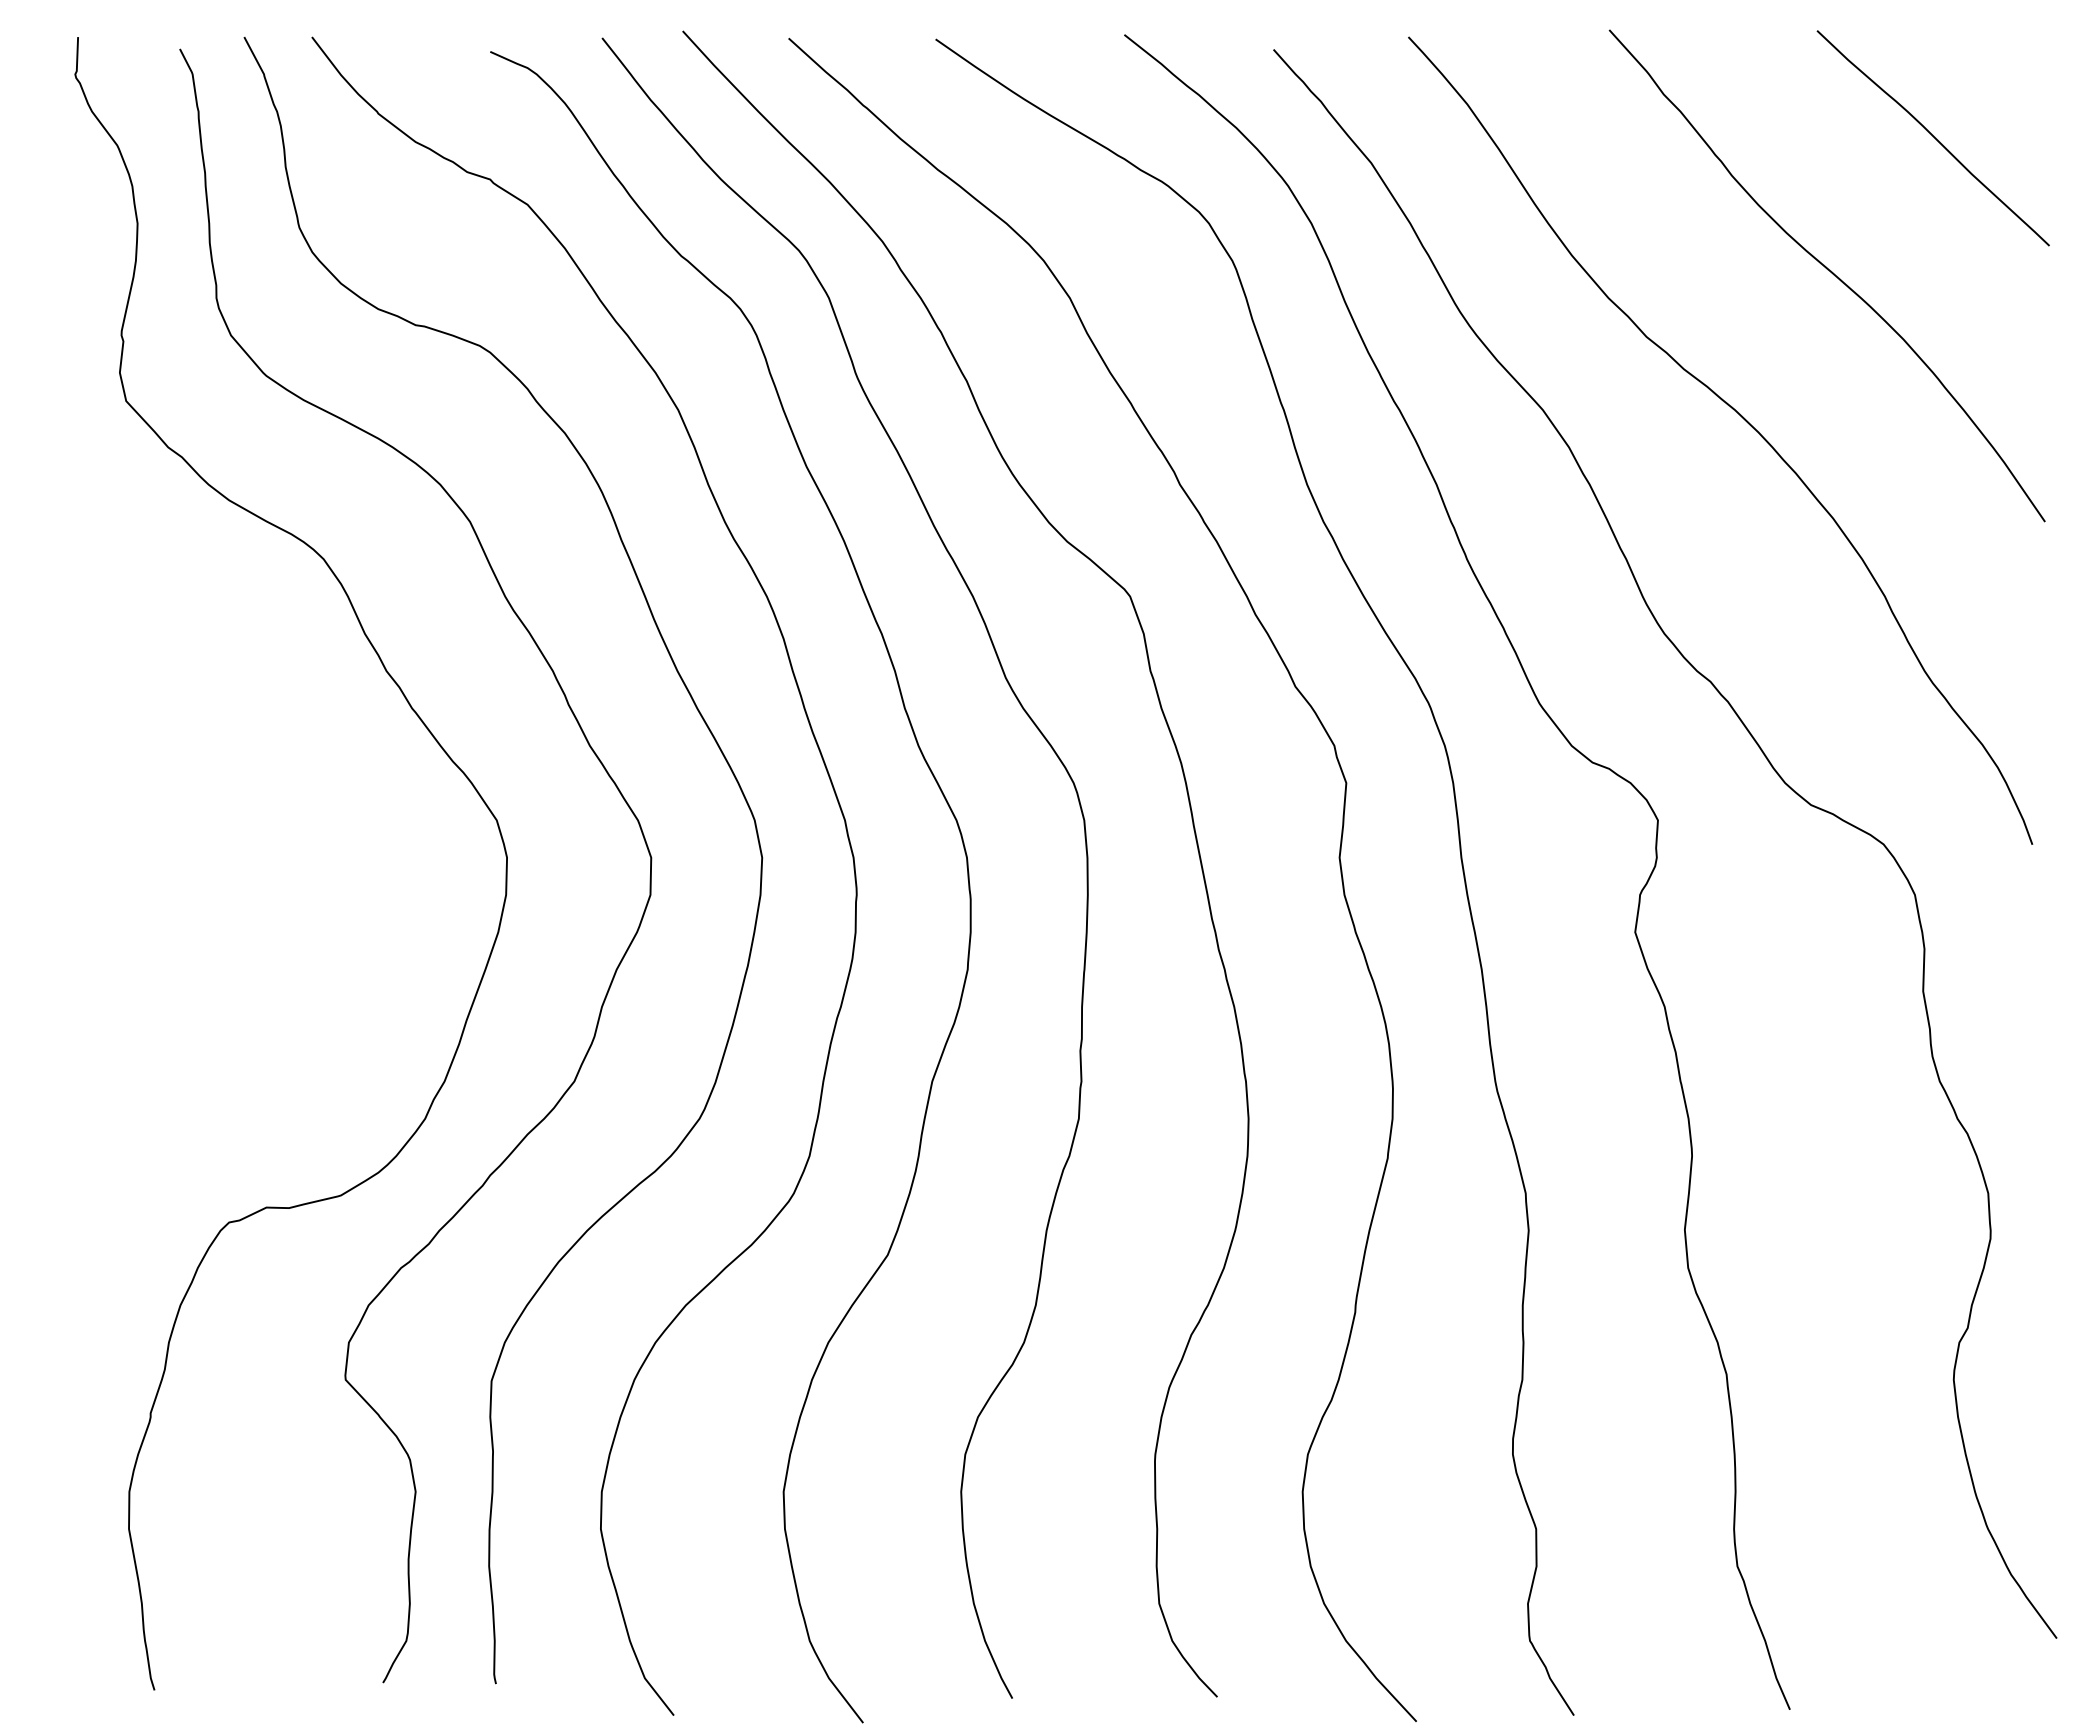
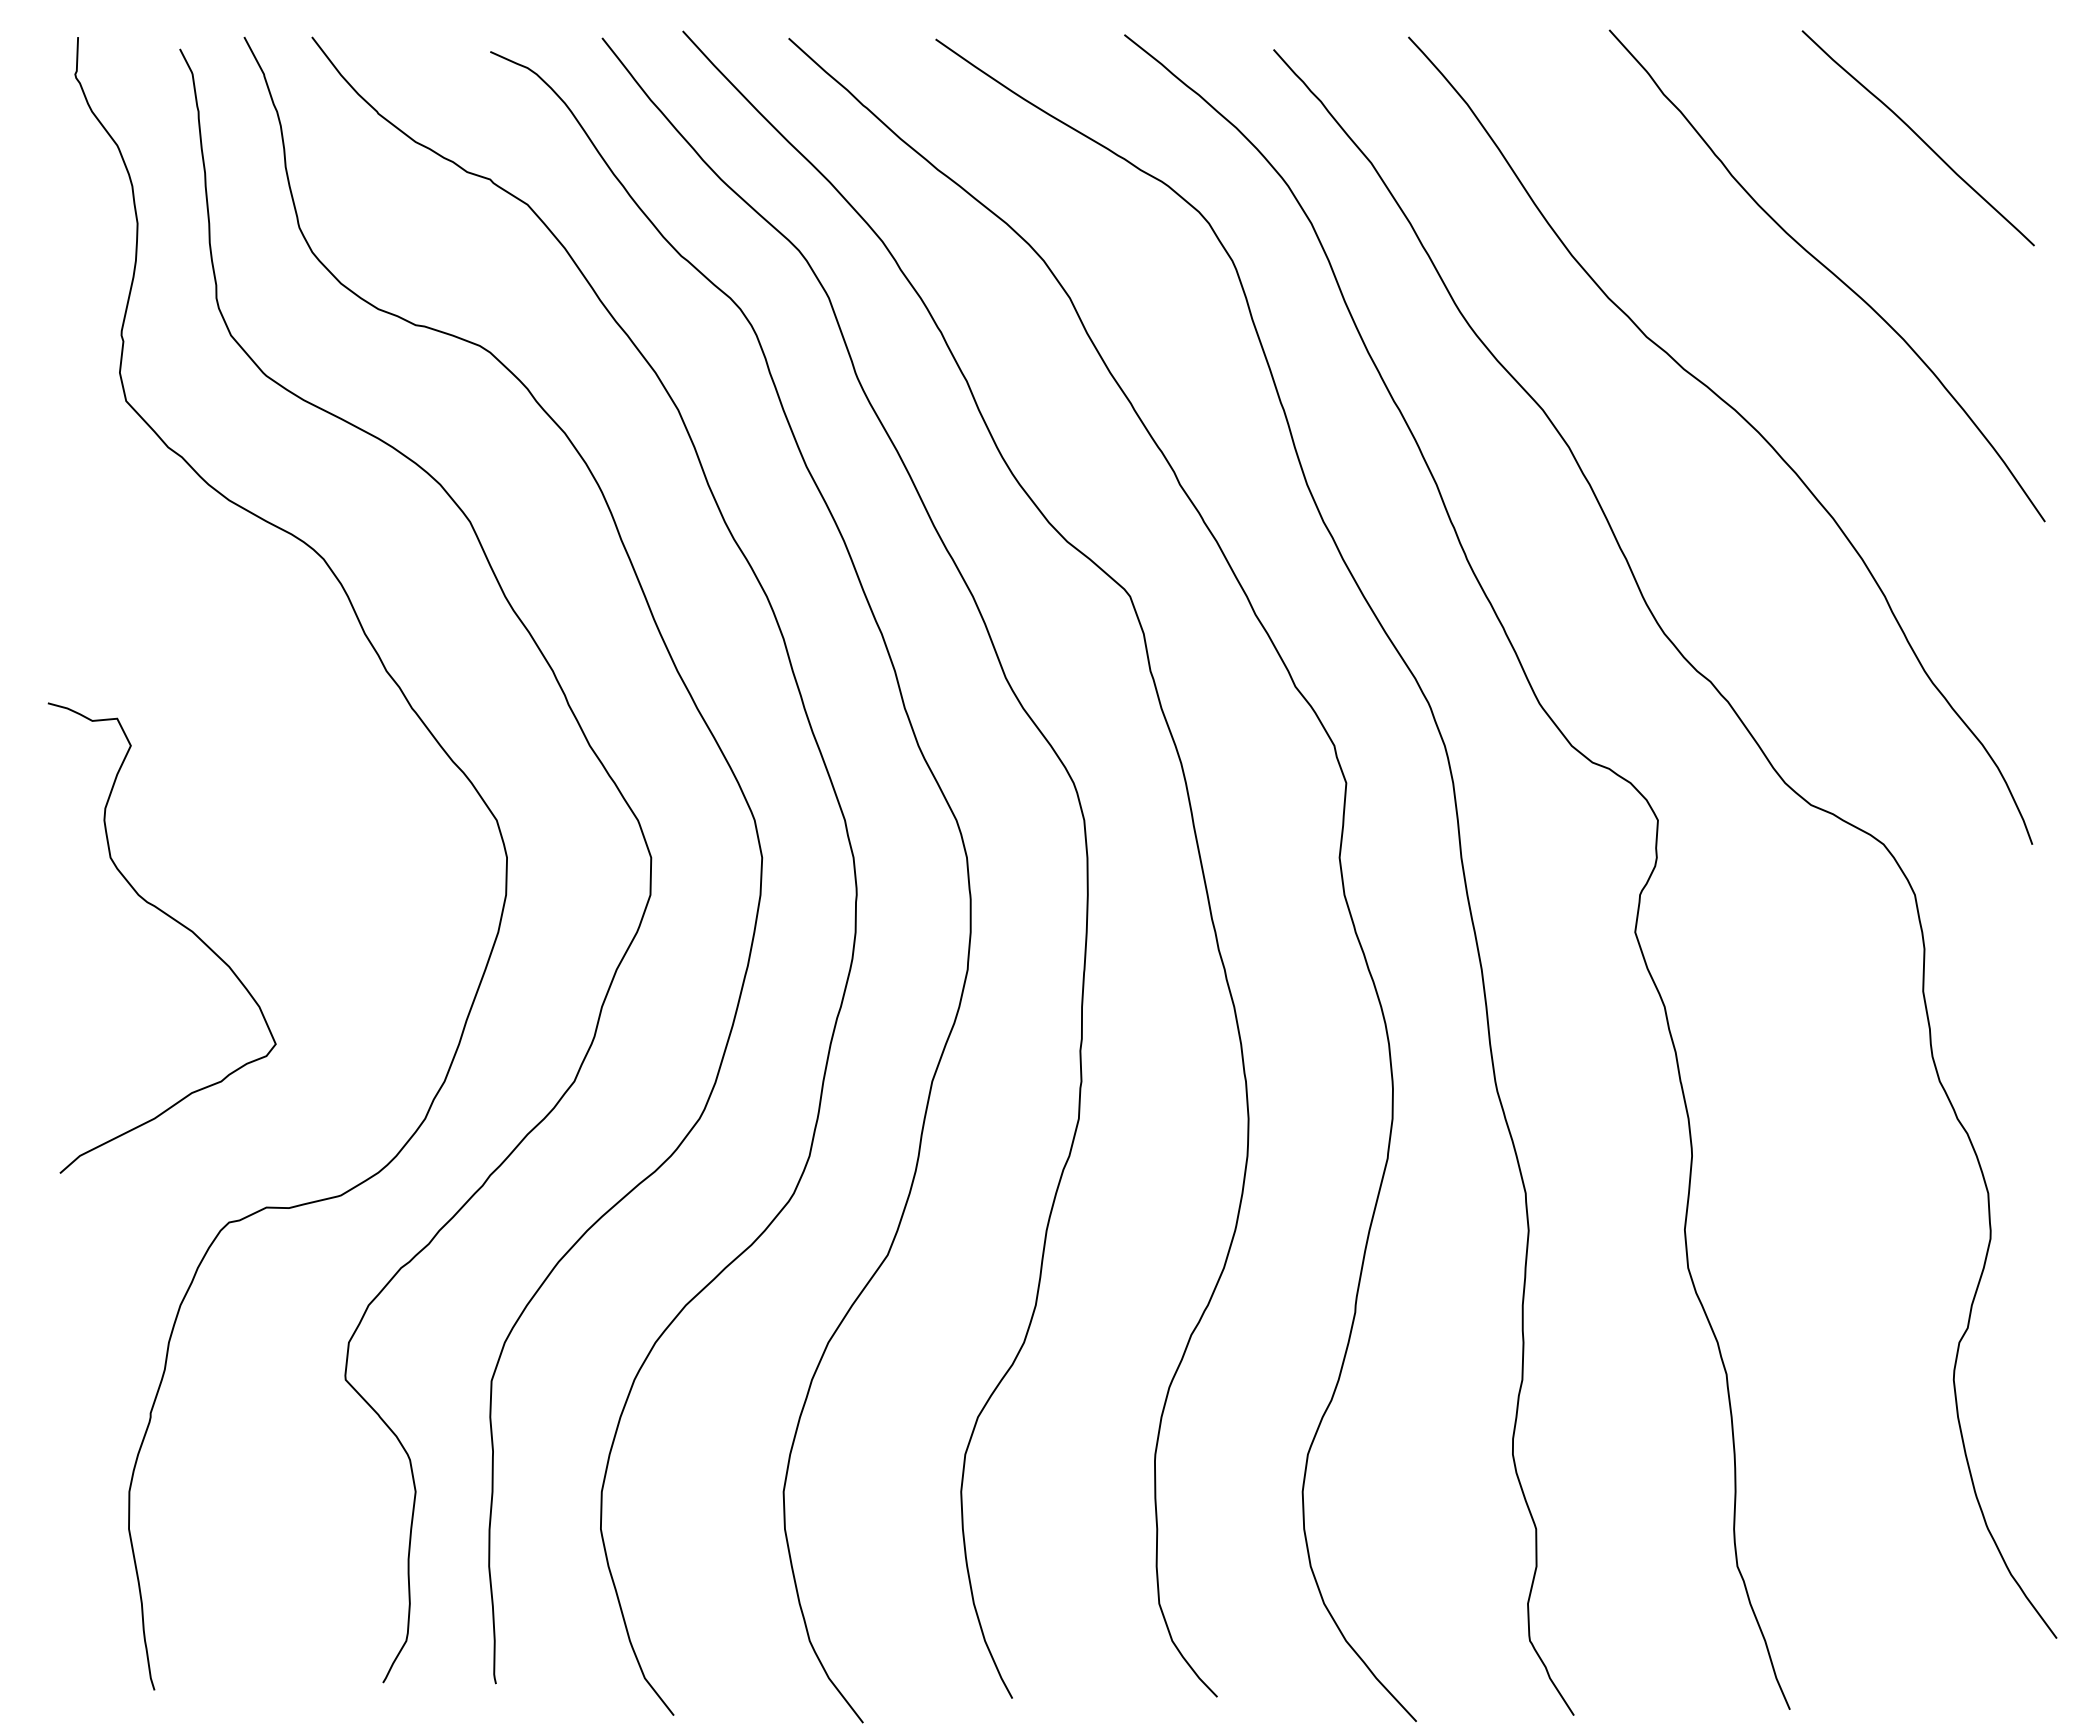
curve at (1933, 137) position: (1933, 137) -> (1918, 137)
curve at (173, 920): none -> present
